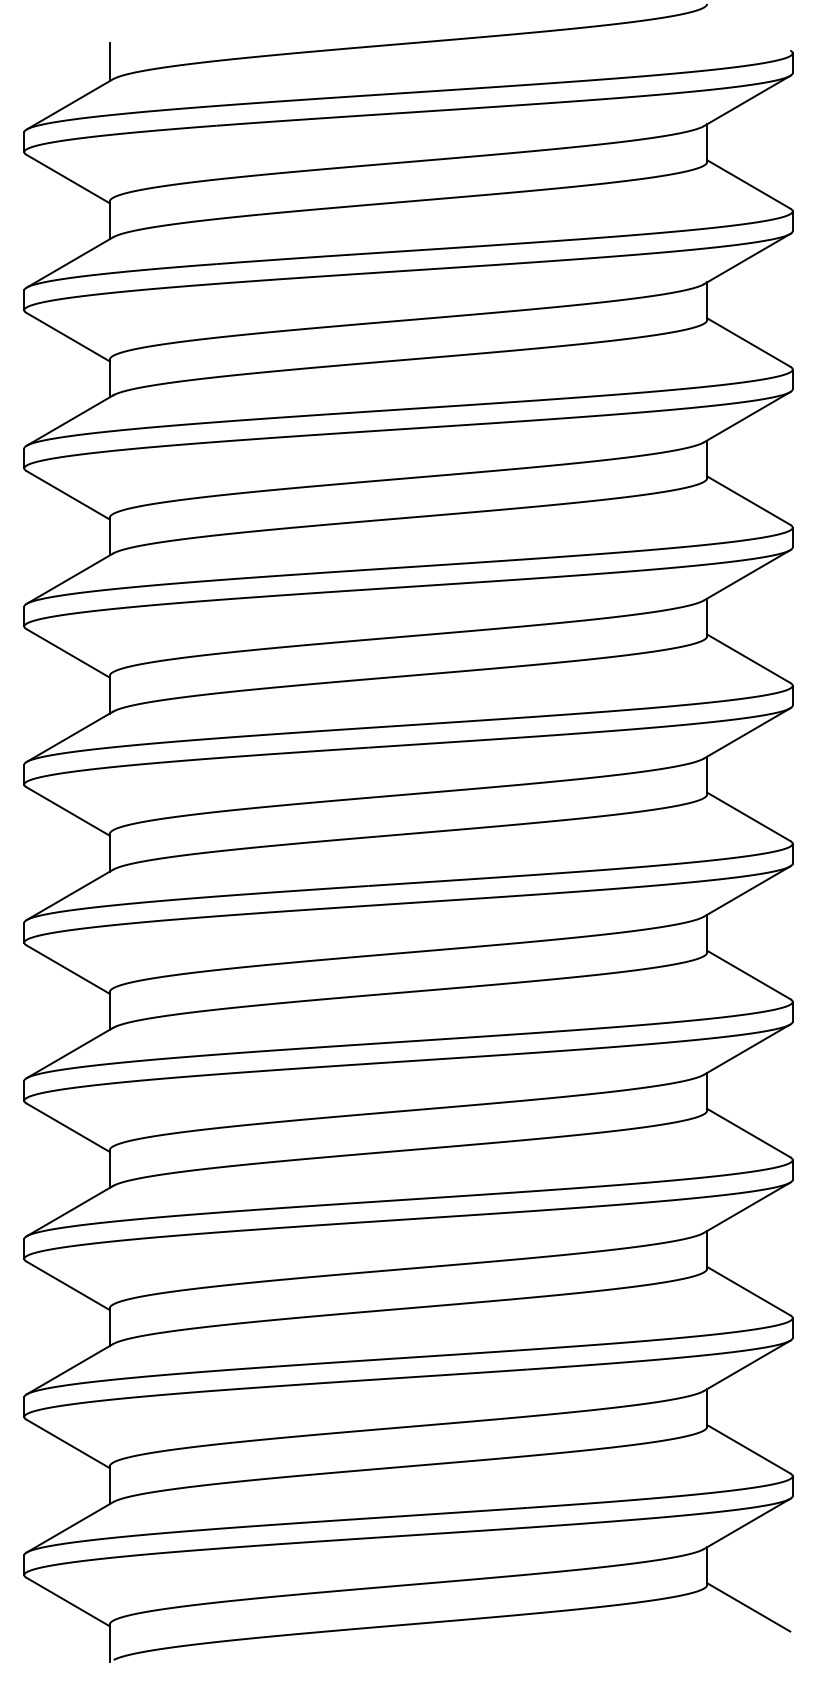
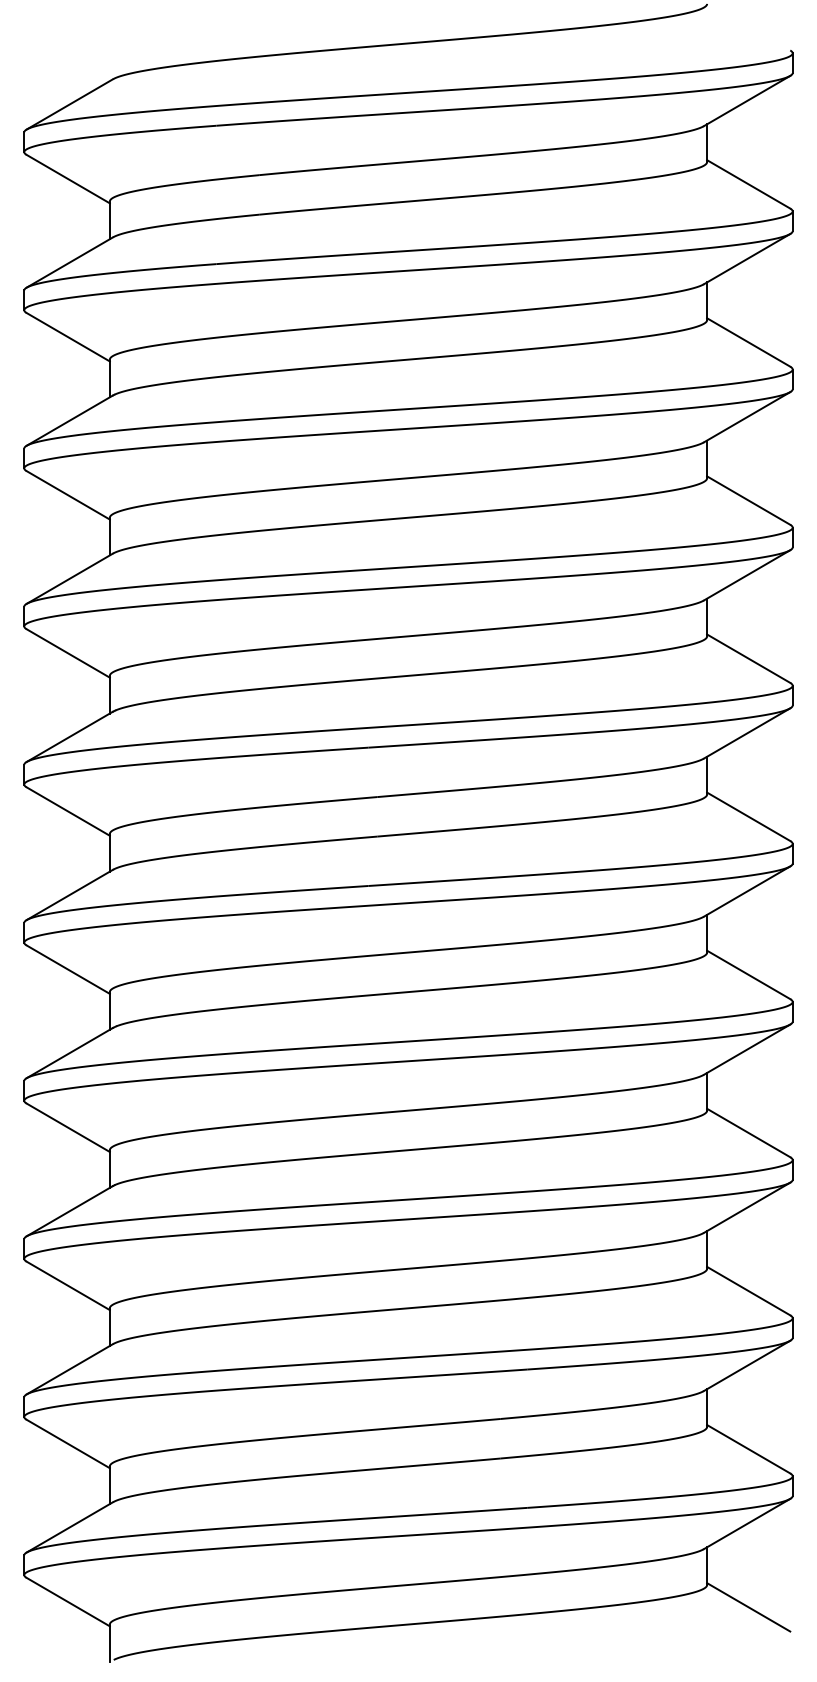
line at (109, 62): present -> none
